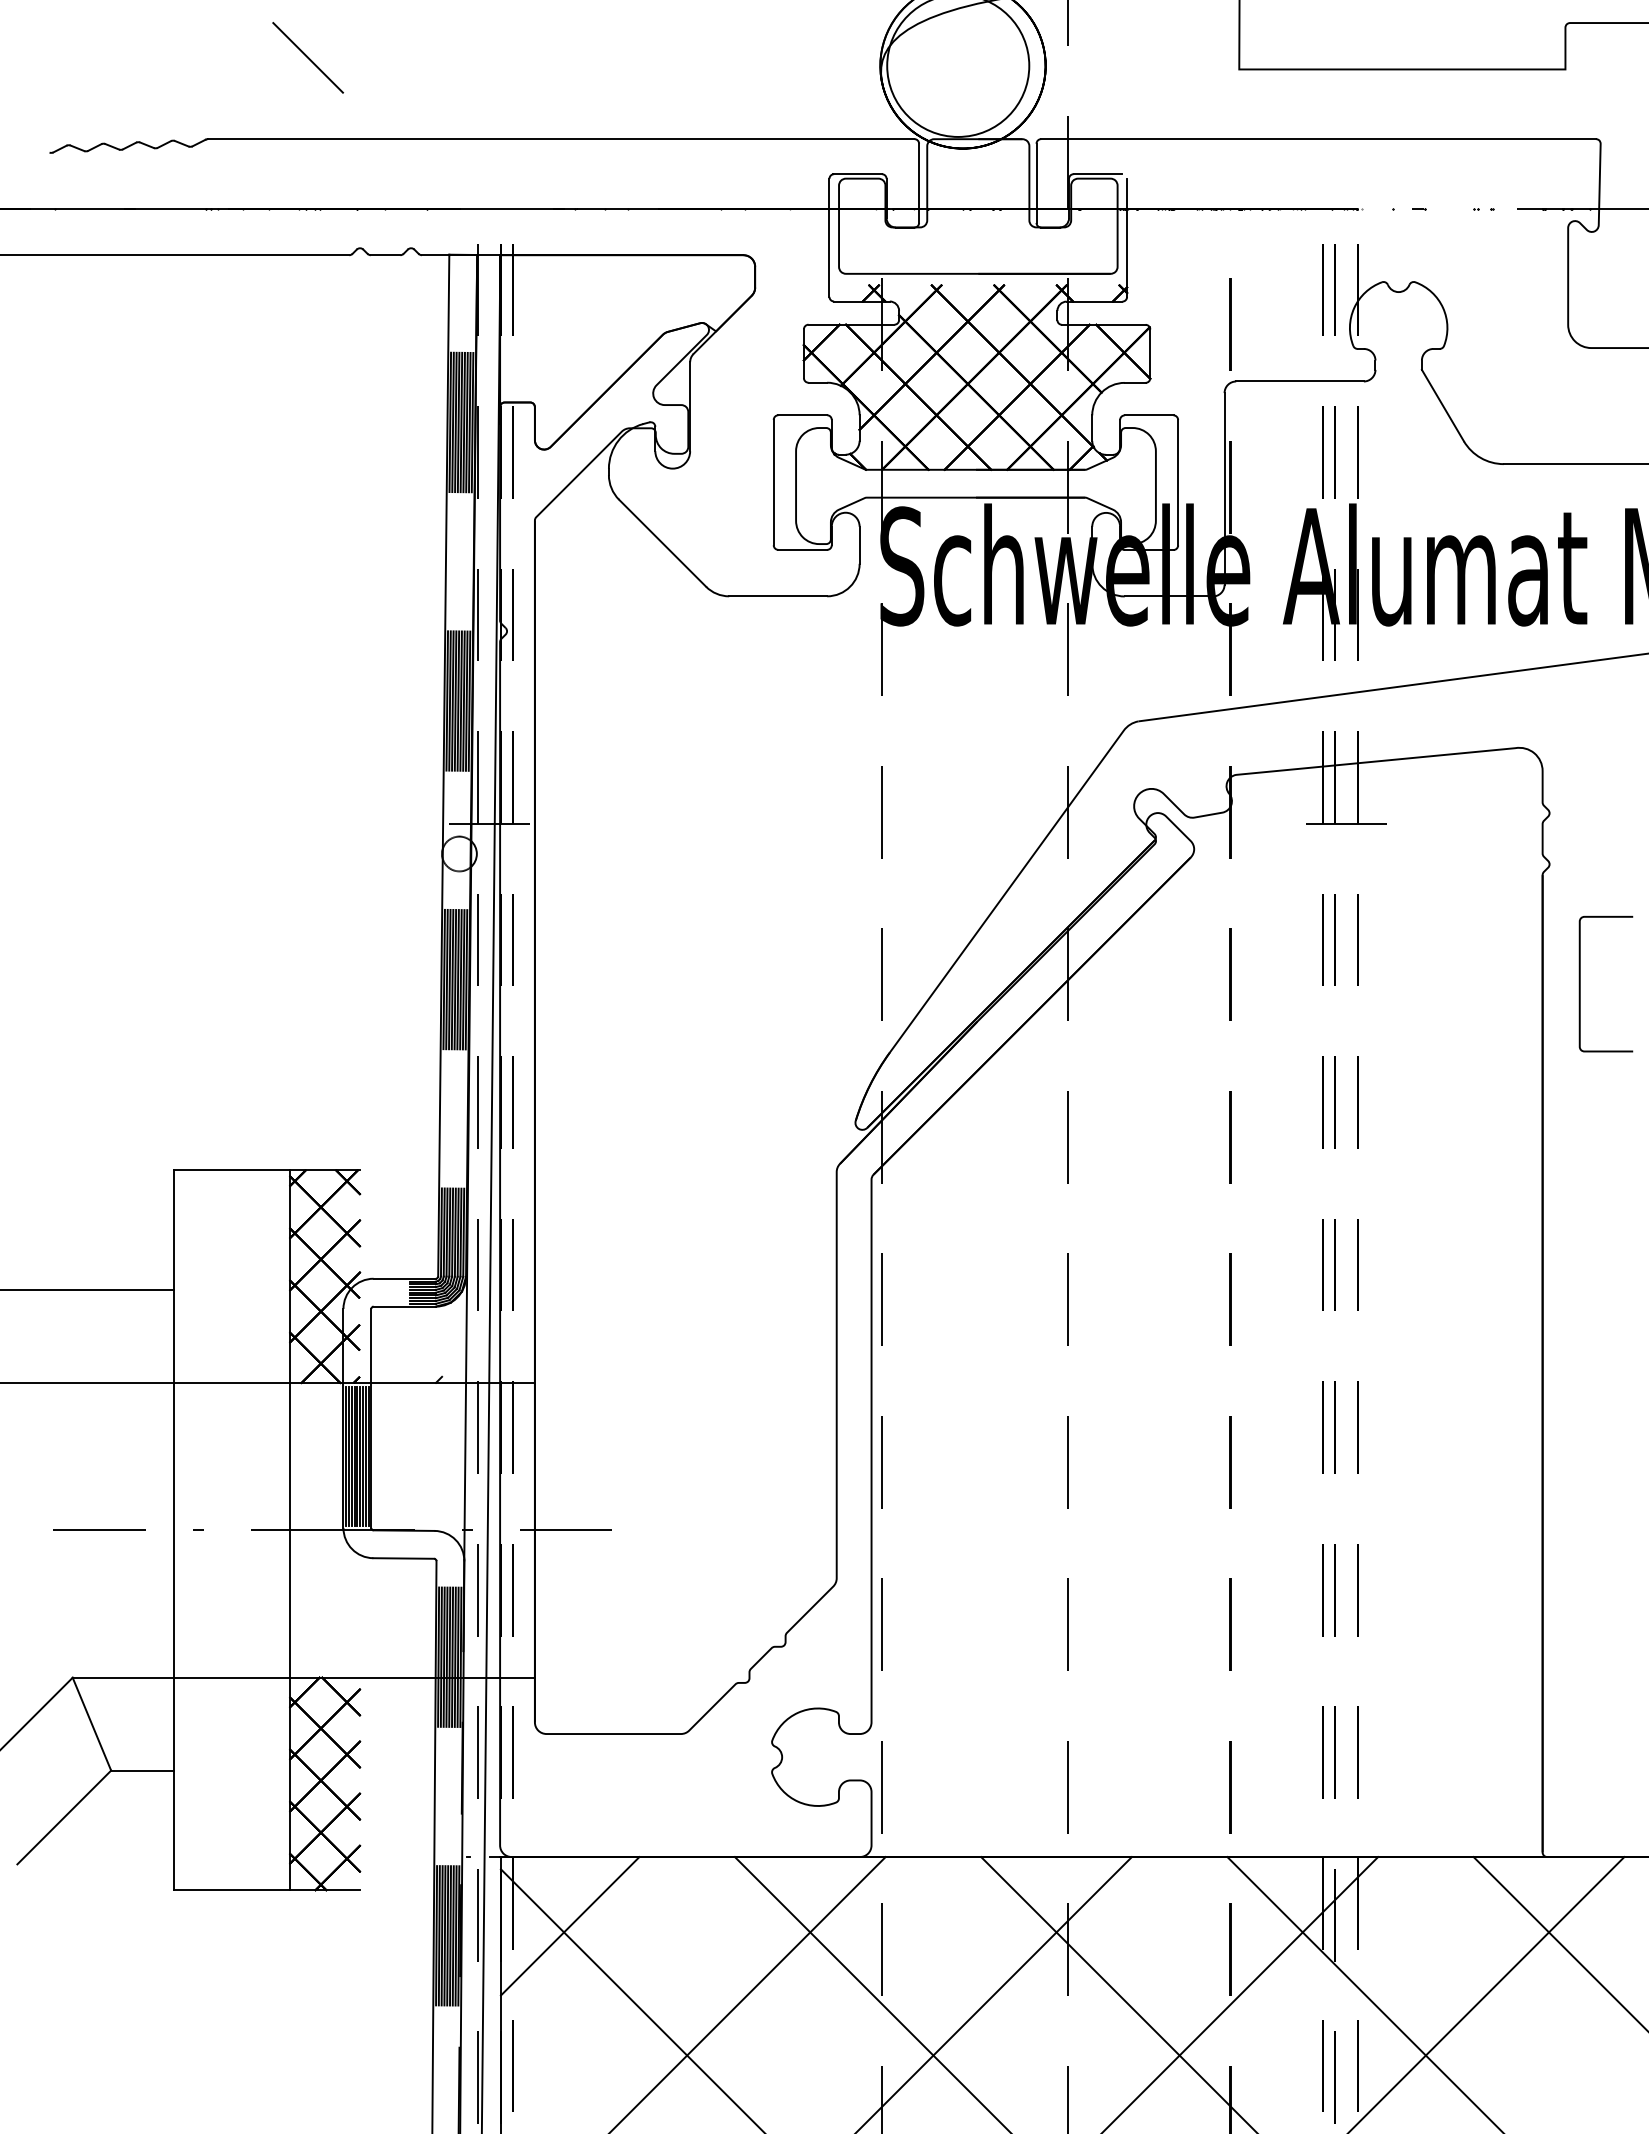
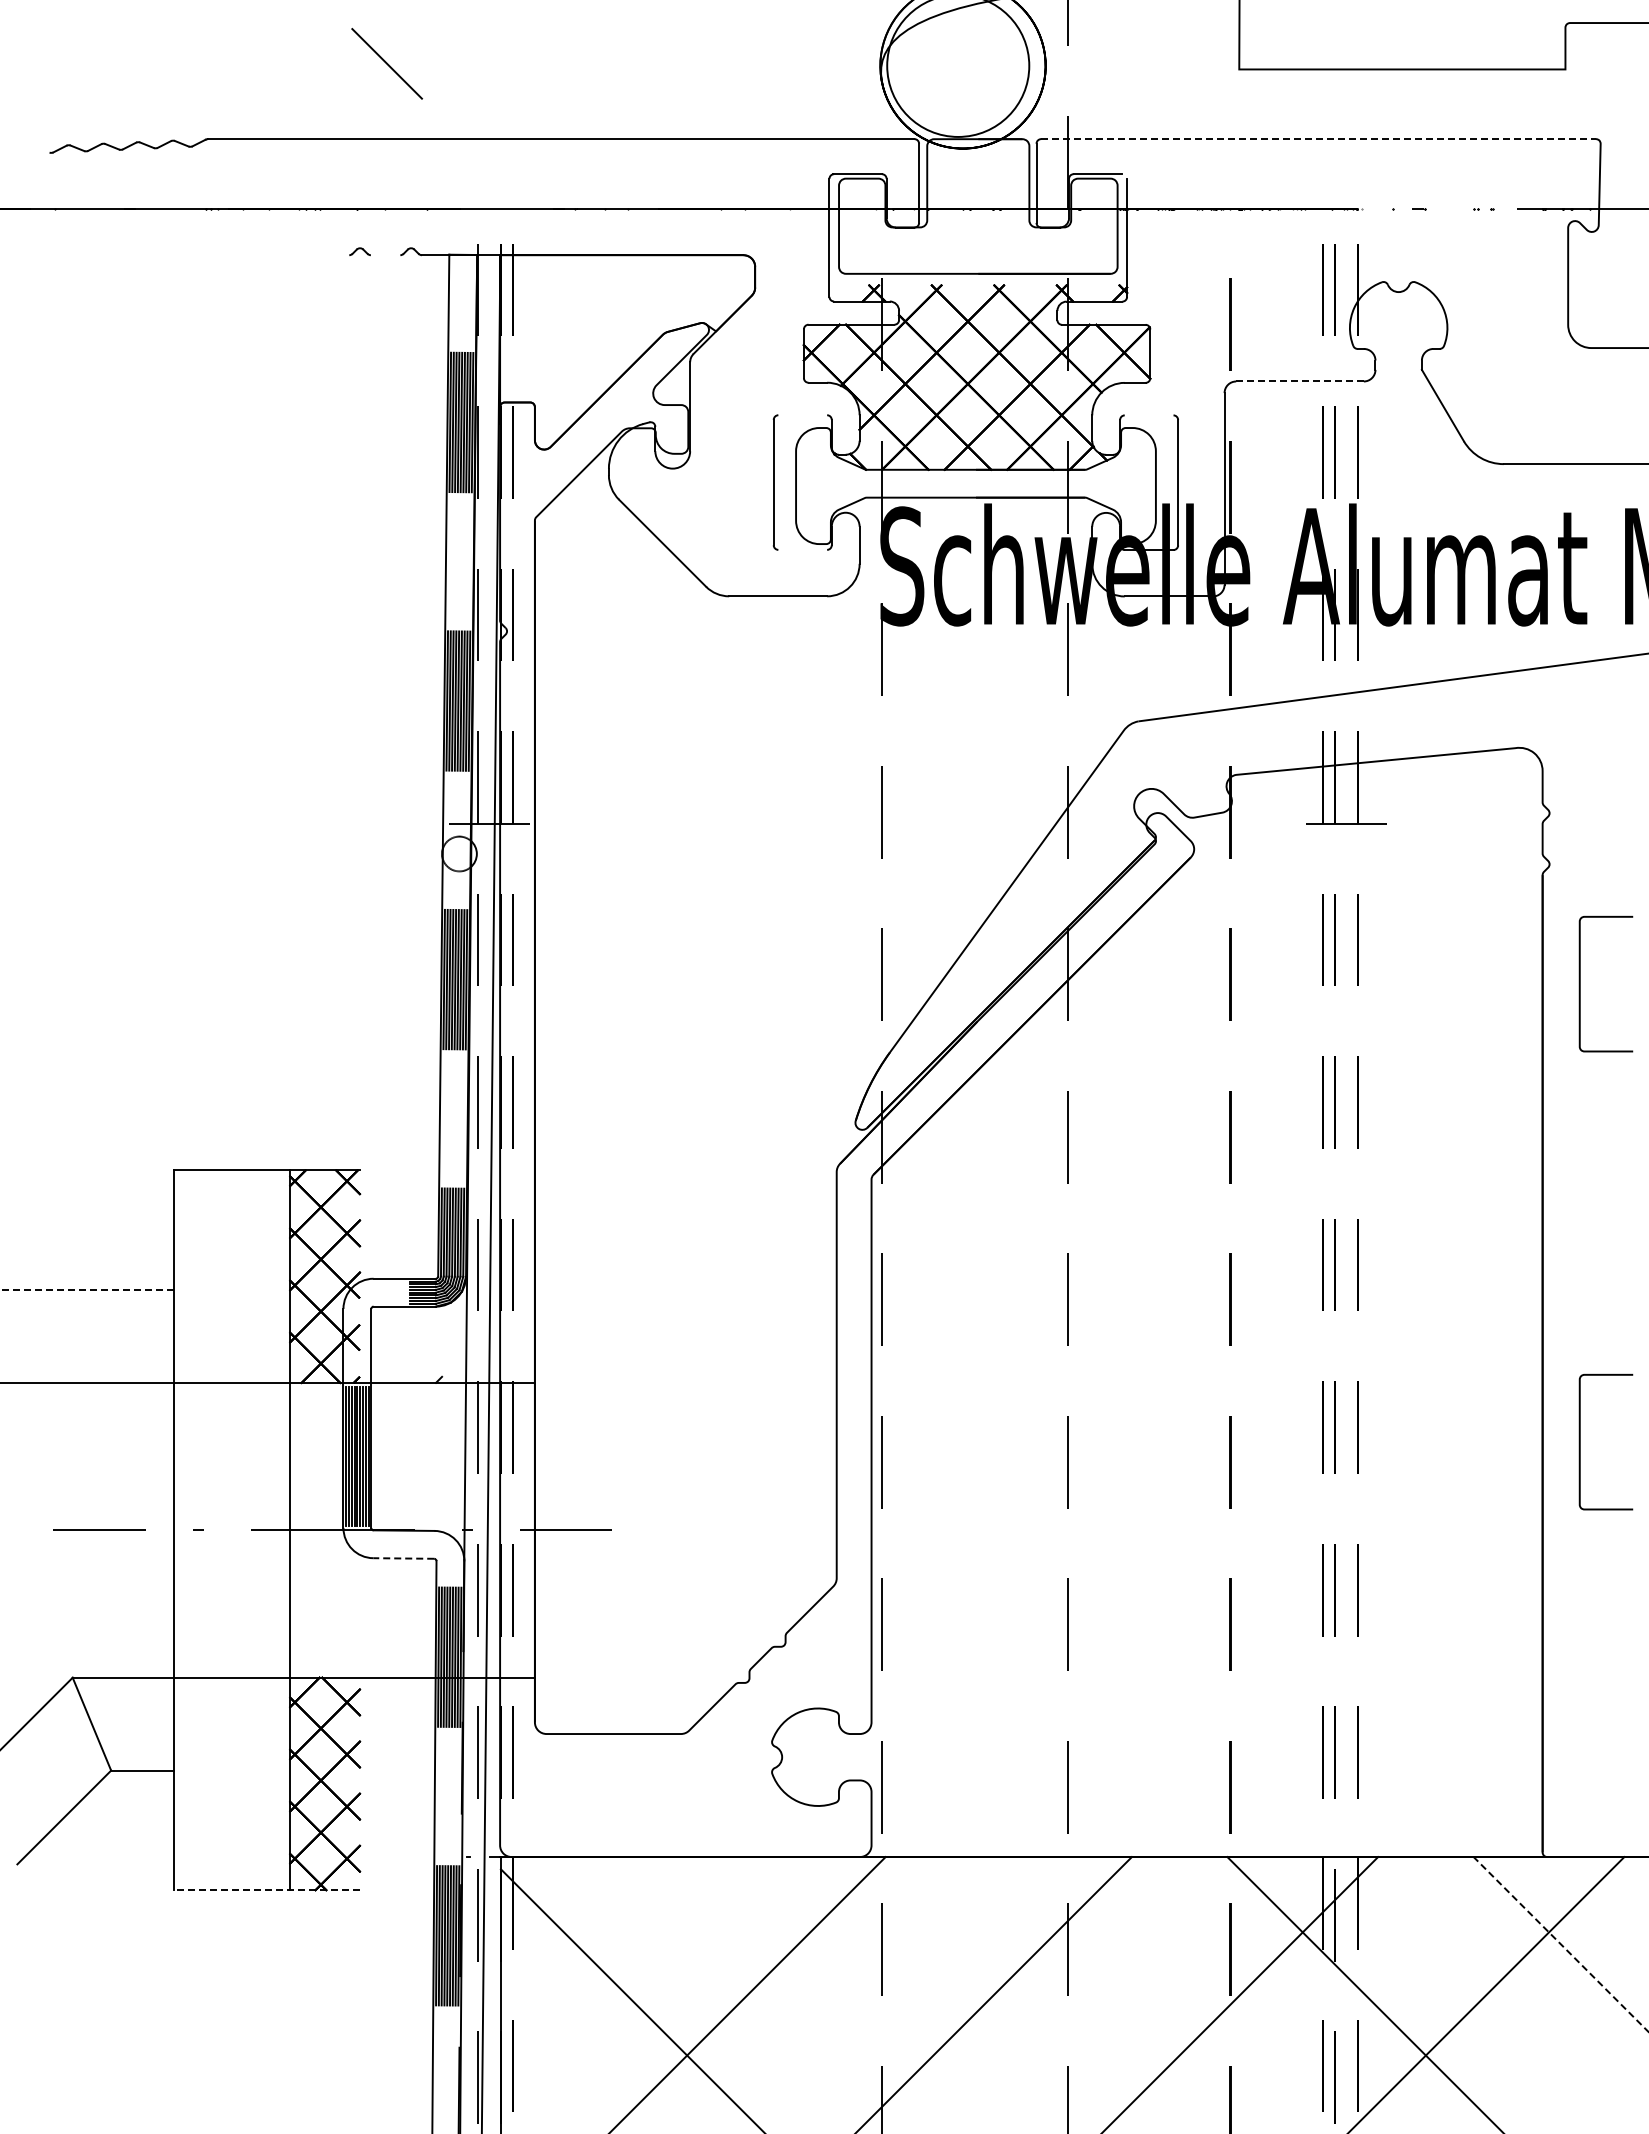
line at (307, 57) position: (307, 57) -> (386, 63)
line at (1319, 139): solid -> dashed
line at (175, 255): present -> none
line at (385, 255): present -> none
line at (1300, 381): solid -> dashed
line at (802, 415): present -> none
line at (1148, 415): present -> none
line at (802, 549): present -> none
line at (87, 1290): solid -> dashed
curve at (1580, 1441): none -> present
line at (403, 1558): solid -> dashed
line at (267, 1890): solid -> dashed
line at (569, 1926): present -> none
line at (1561, 1944): solid -> dashed
line at (871, 1993): present -> none
line at (1117, 1993): present -> none
